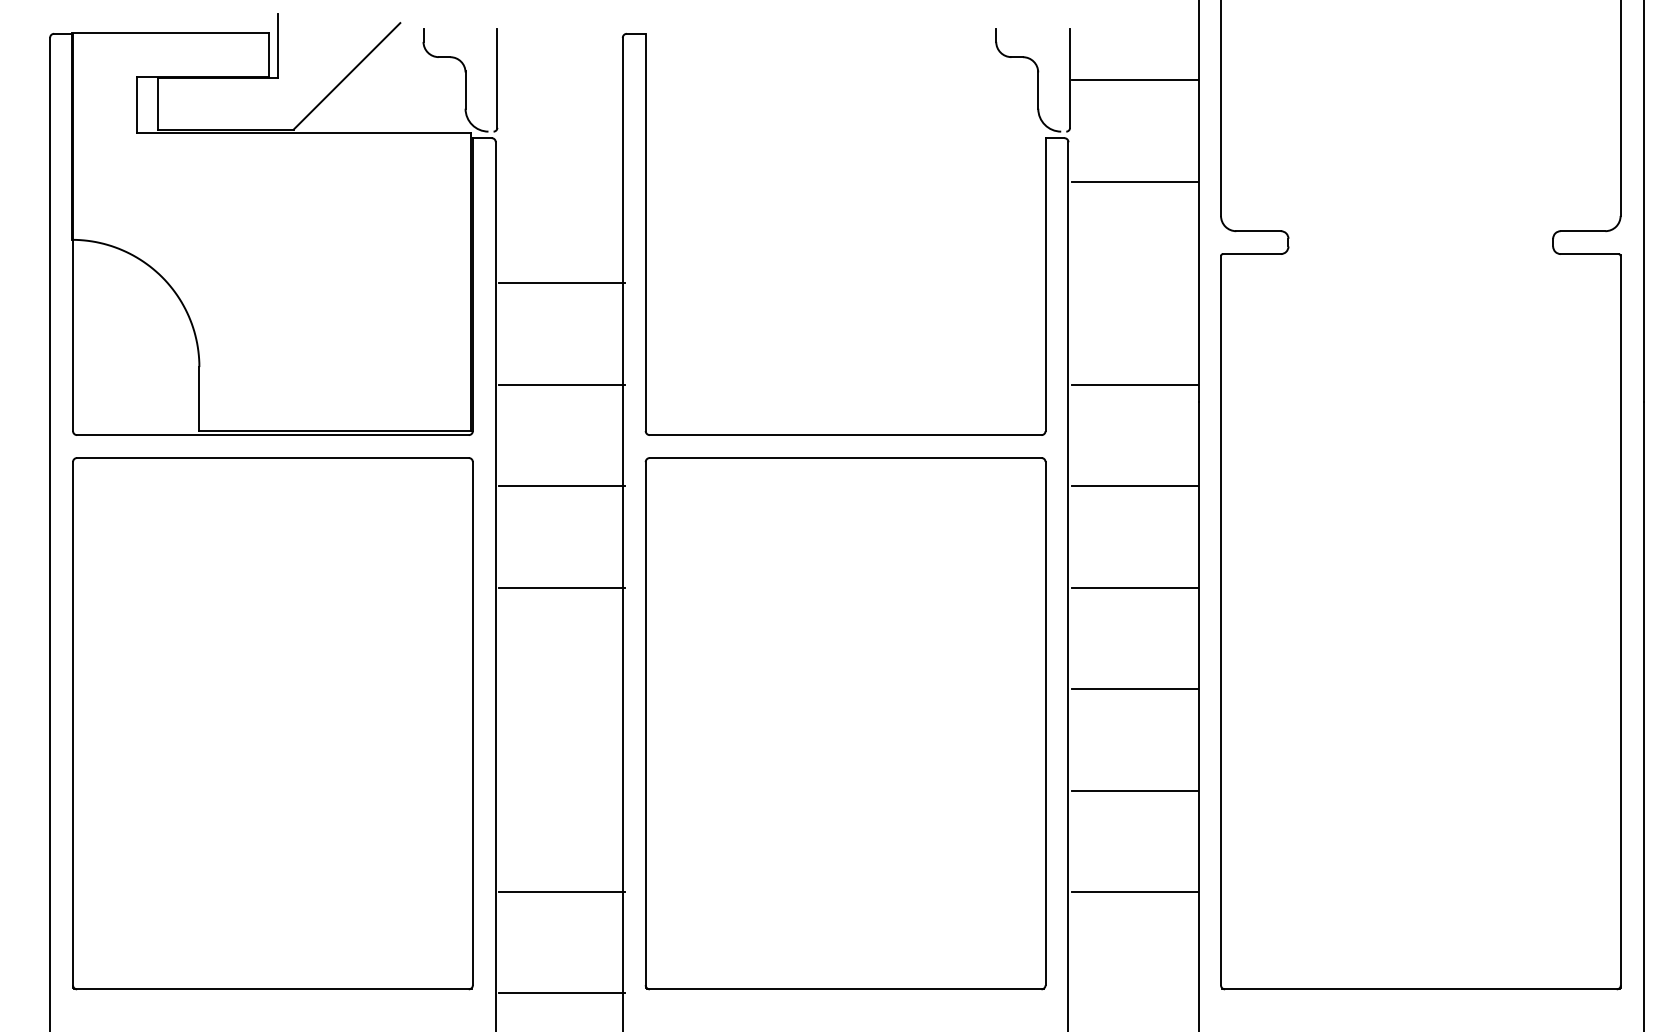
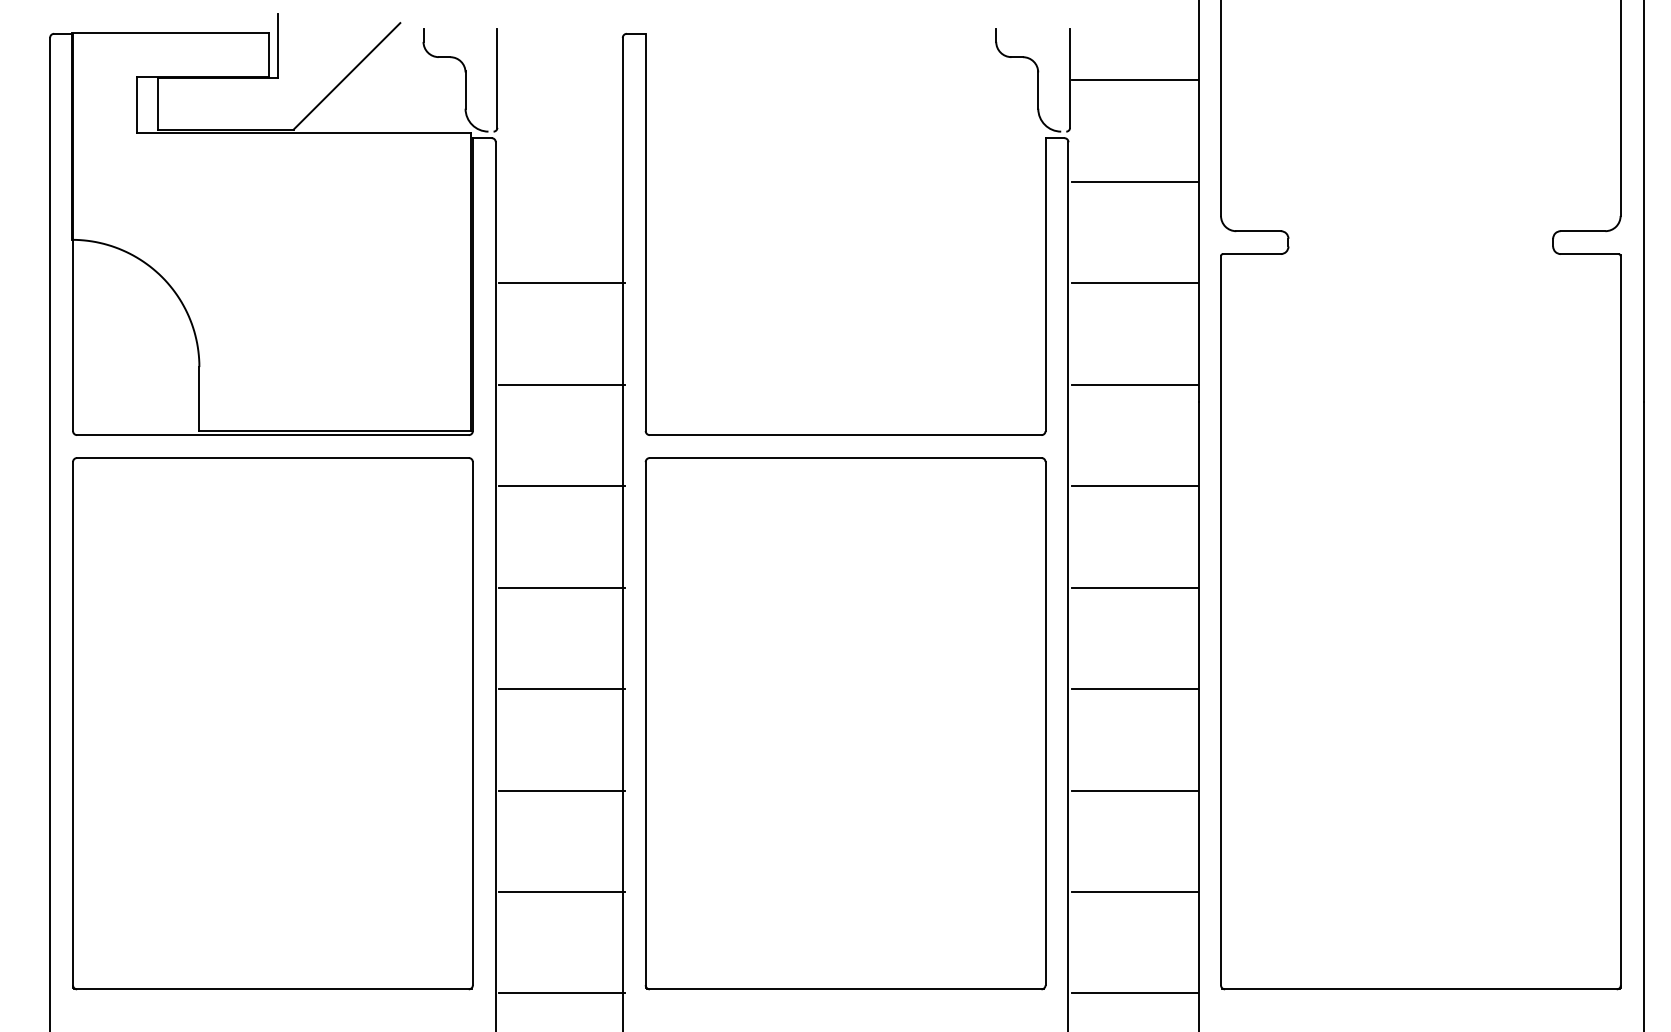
line at (1135, 283): none -> present
line at (562, 689): none -> present
line at (562, 790): none -> present
line at (1135, 993): none -> present
